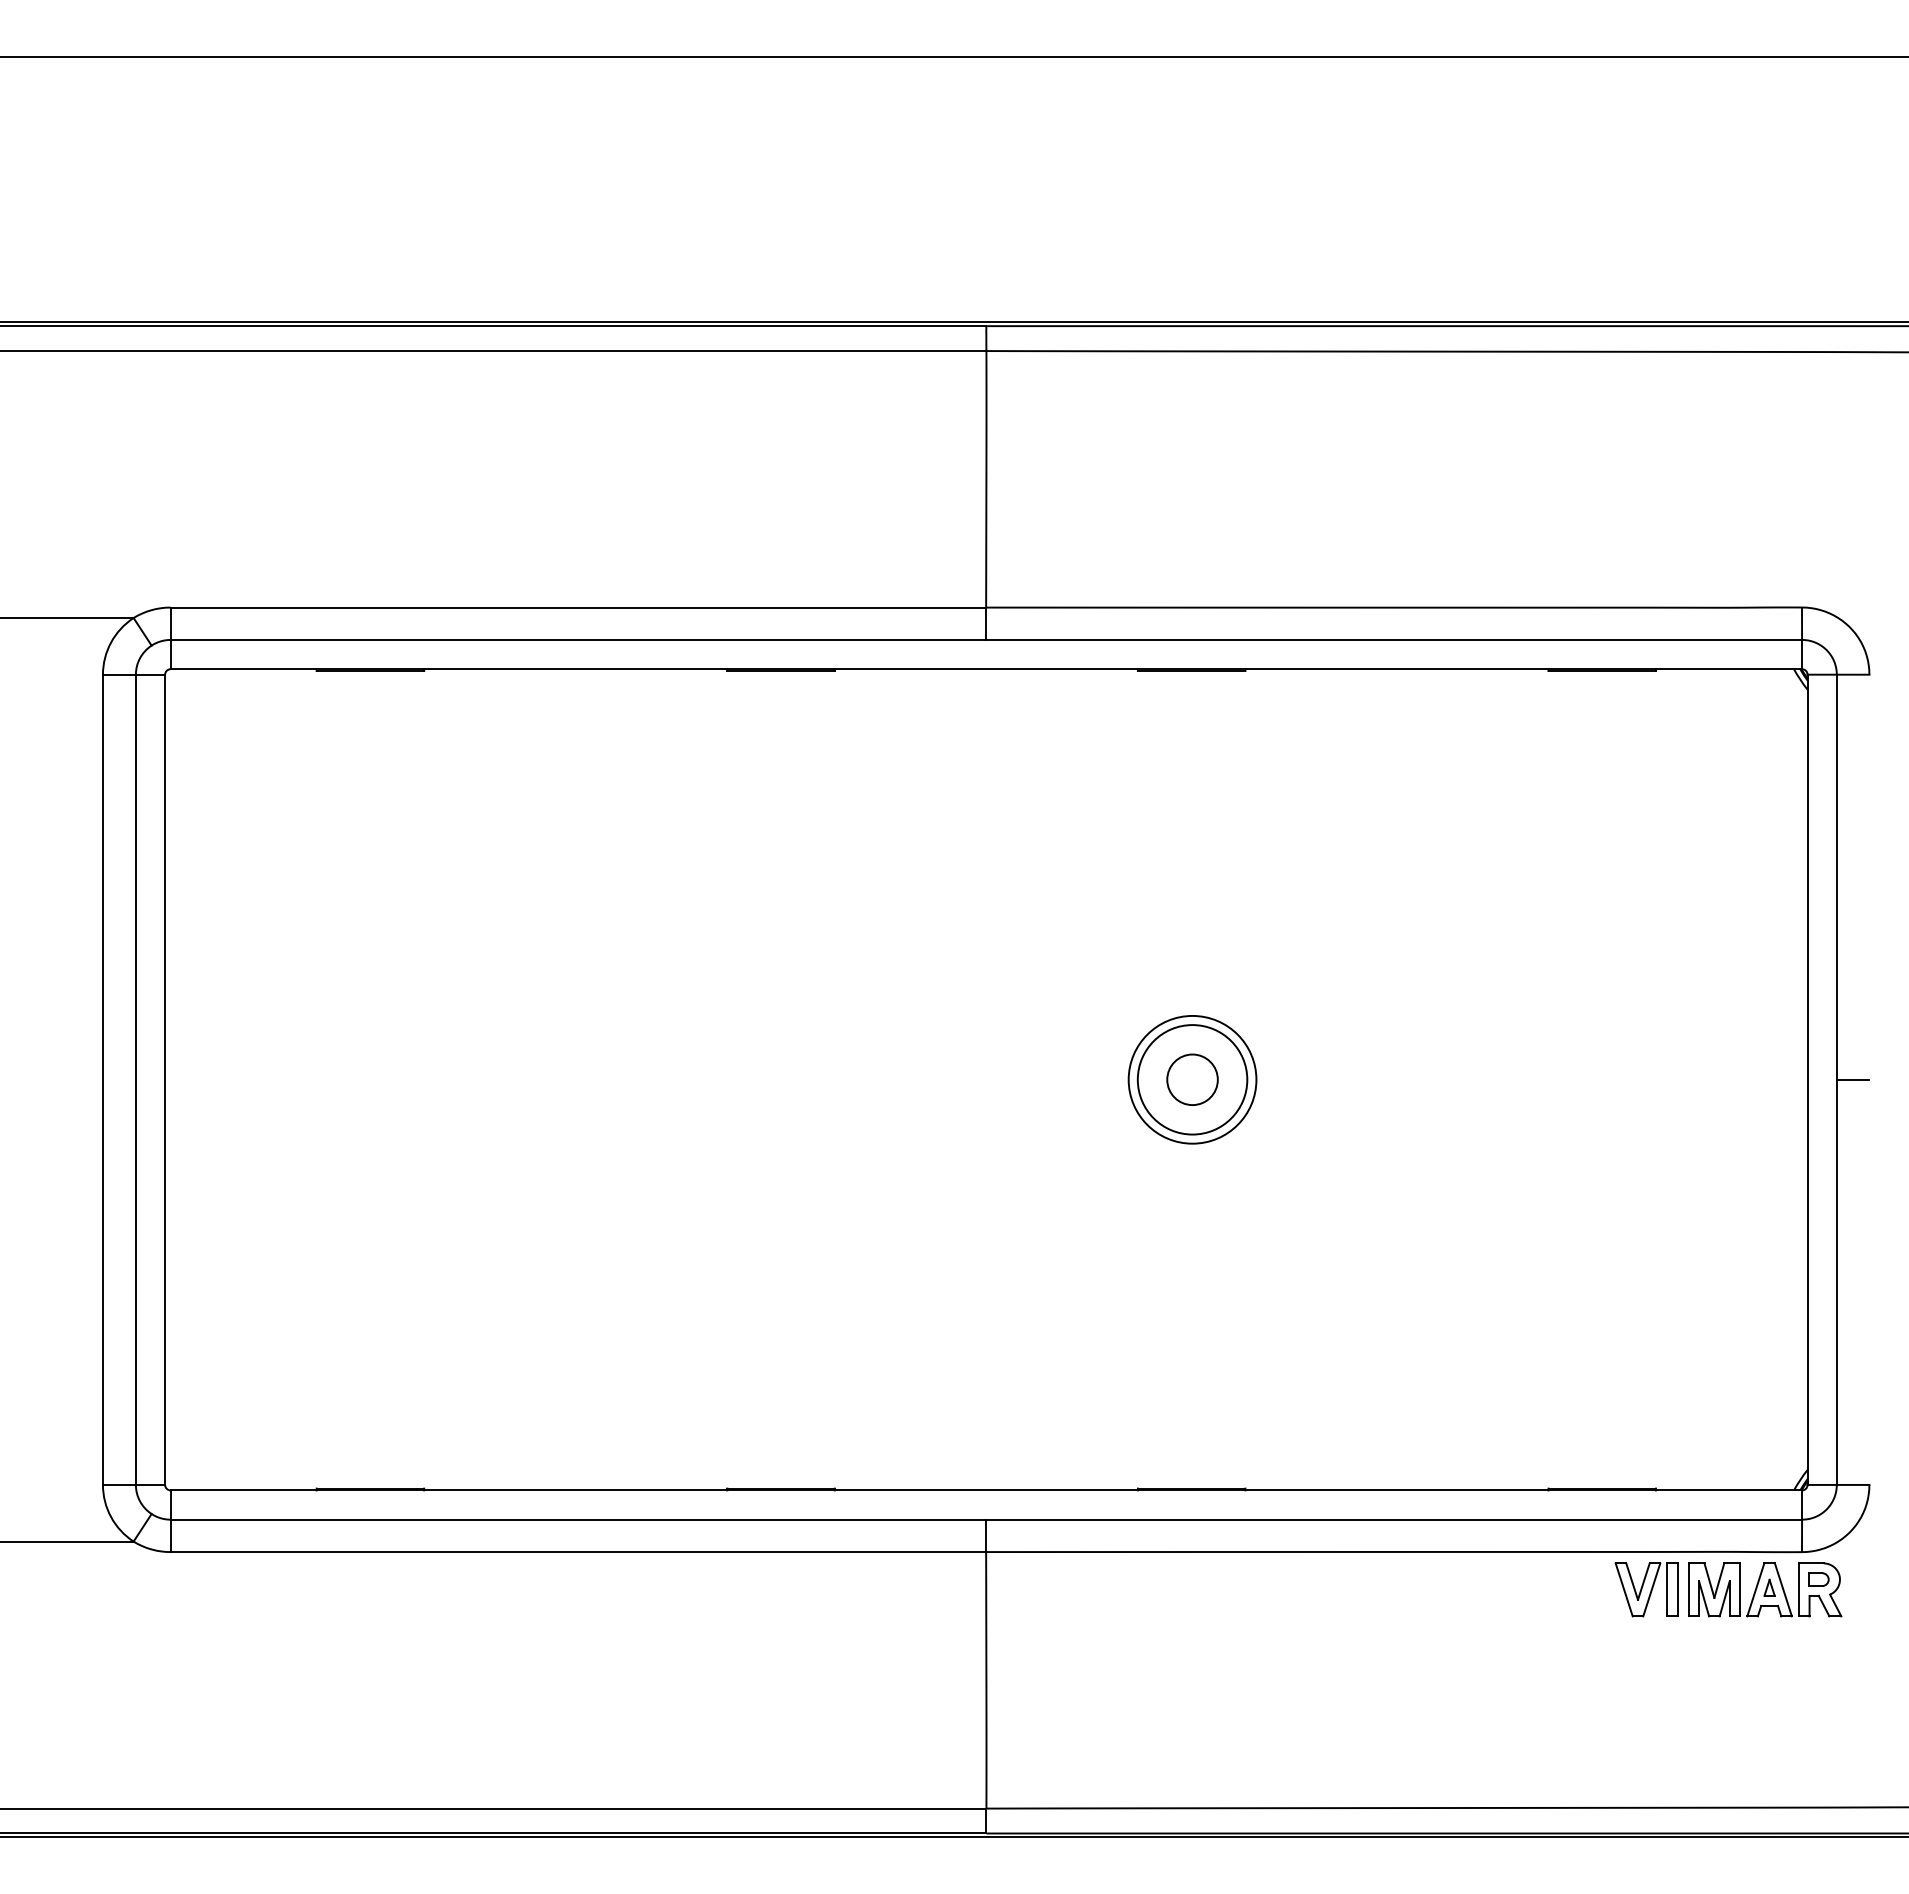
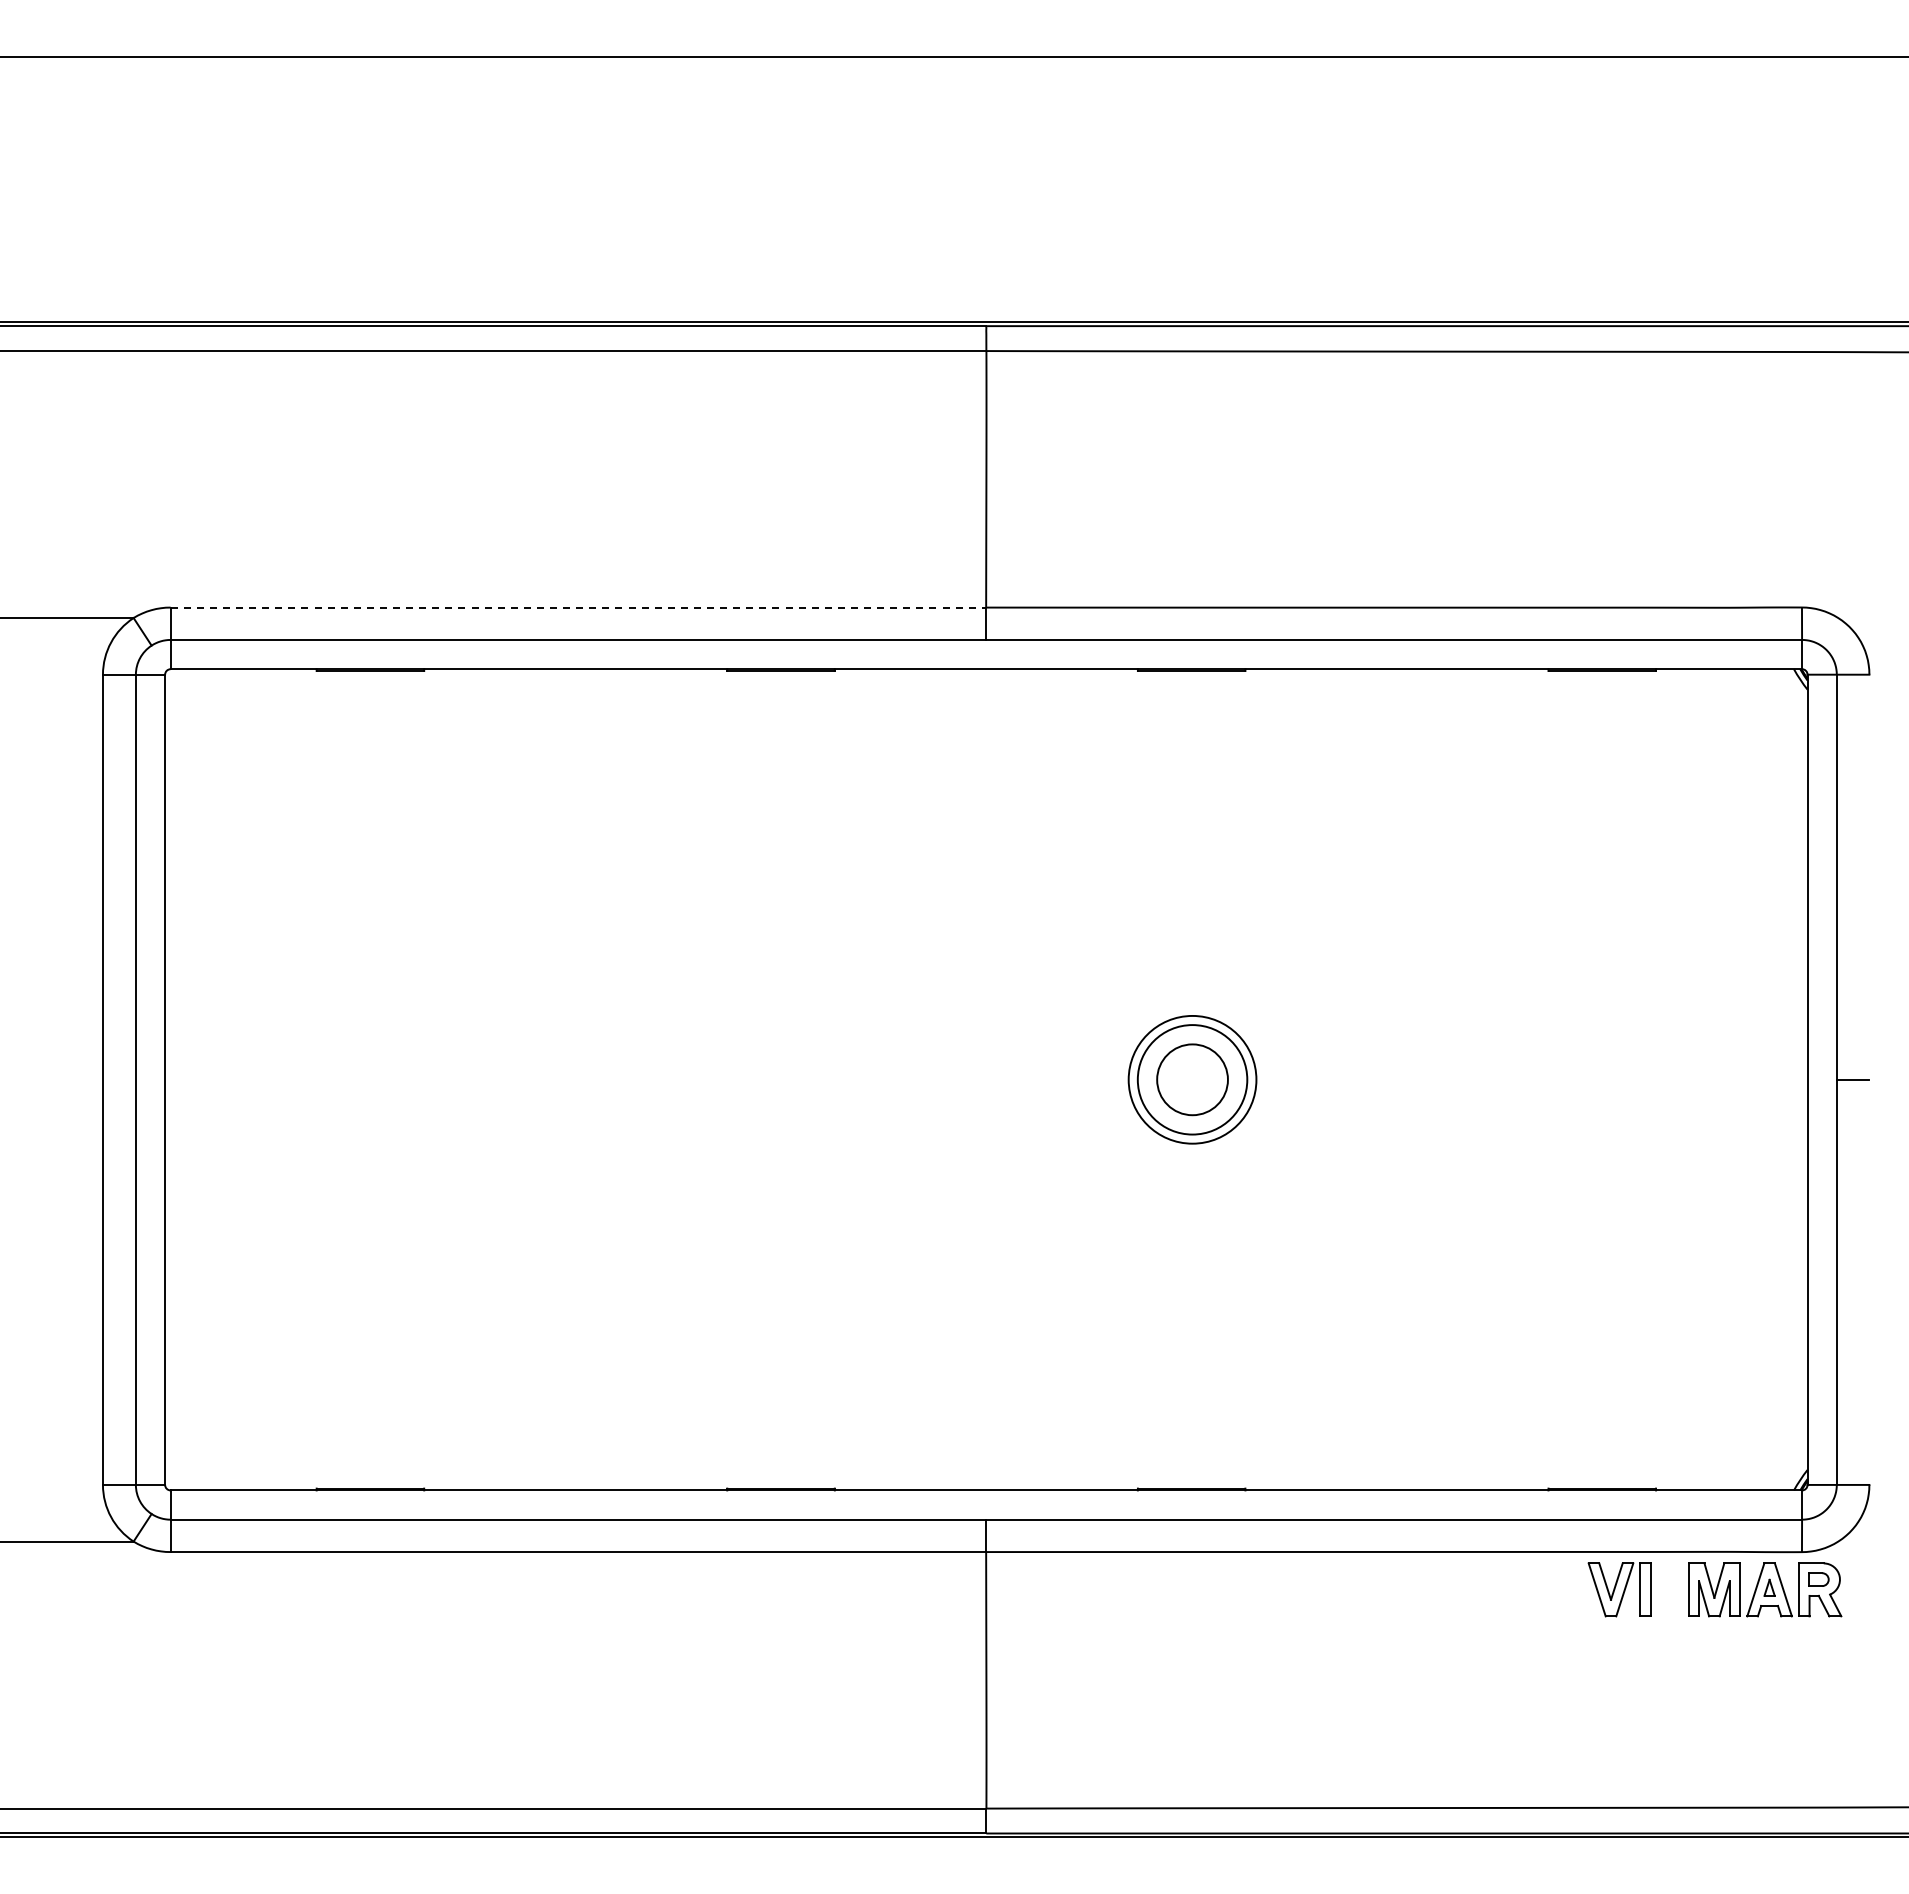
line at (578, 607): solid -> dashed
circle at (1192, 1079) diameter: 51 px -> 71 px
part at (1646, 1589) position: (1646, 1589) -> (1619, 1589)
